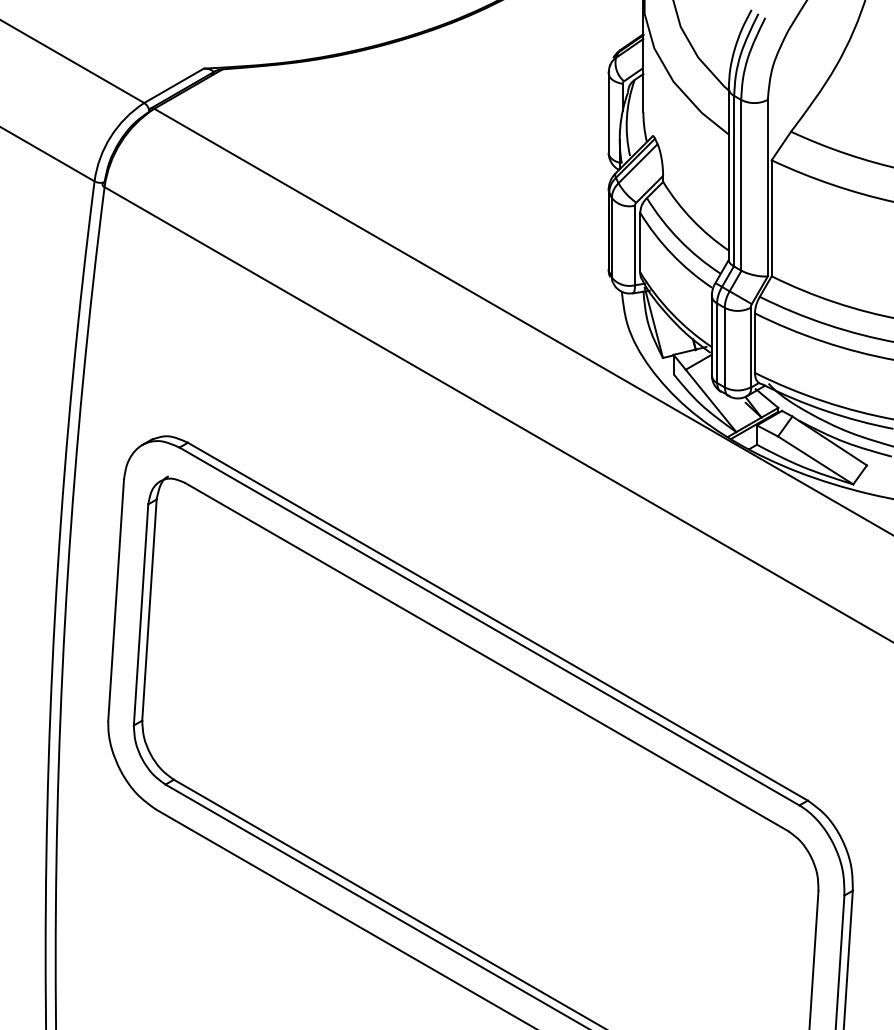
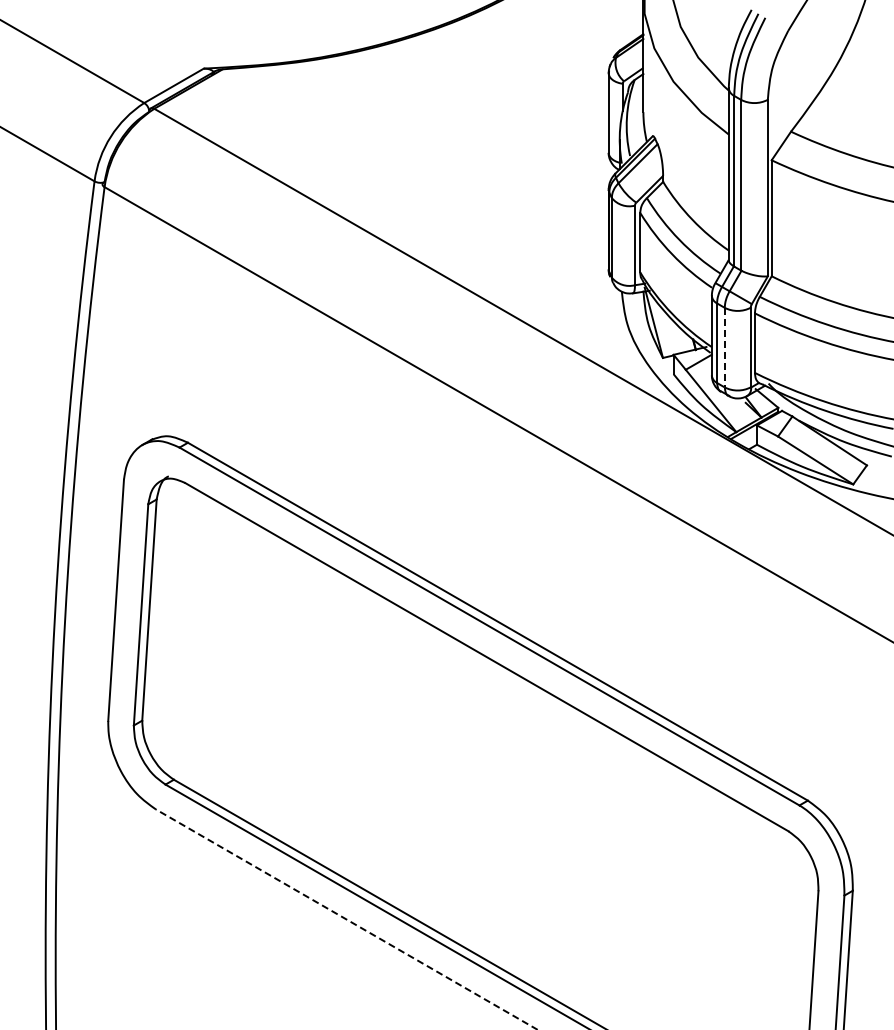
line at (724, 347): solid -> dashed
line at (346, 919): solid -> dashed
